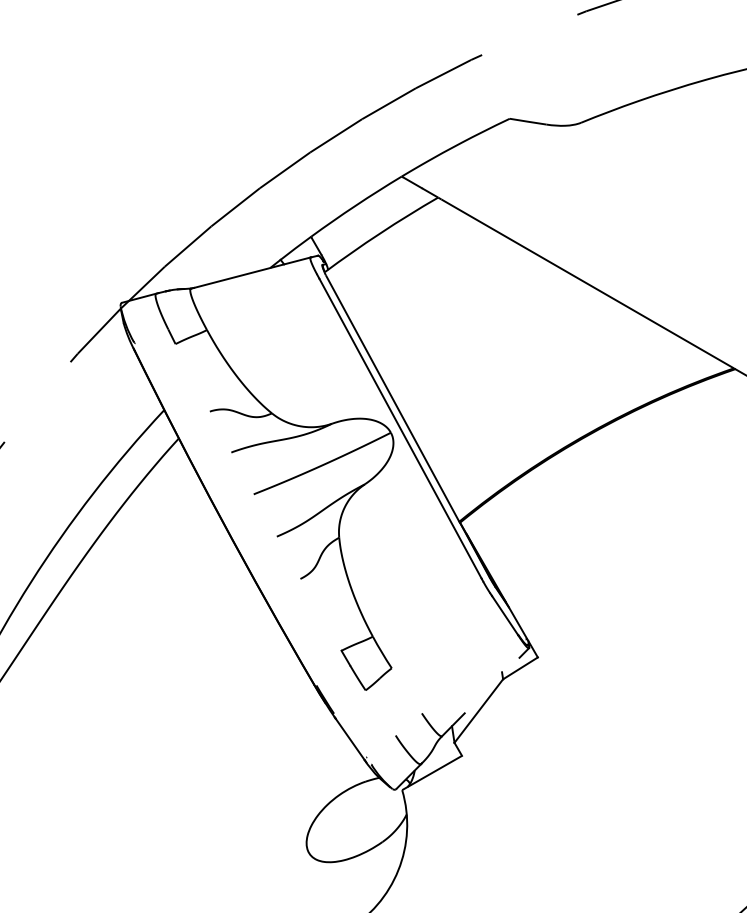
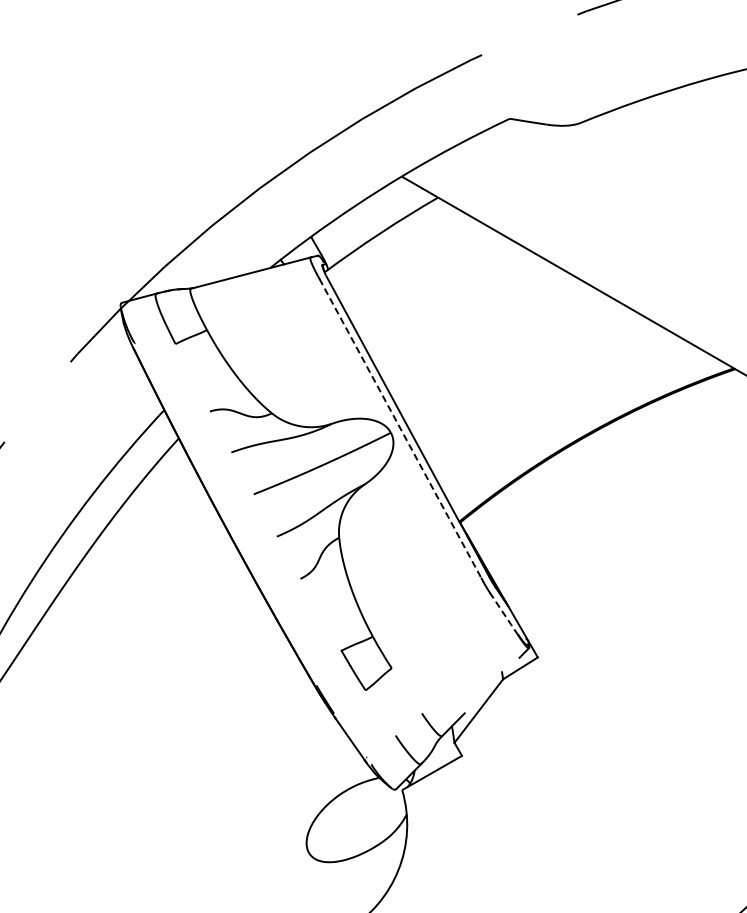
line at (400, 429): solid -> dashed
line at (505, 615): solid -> dashed
